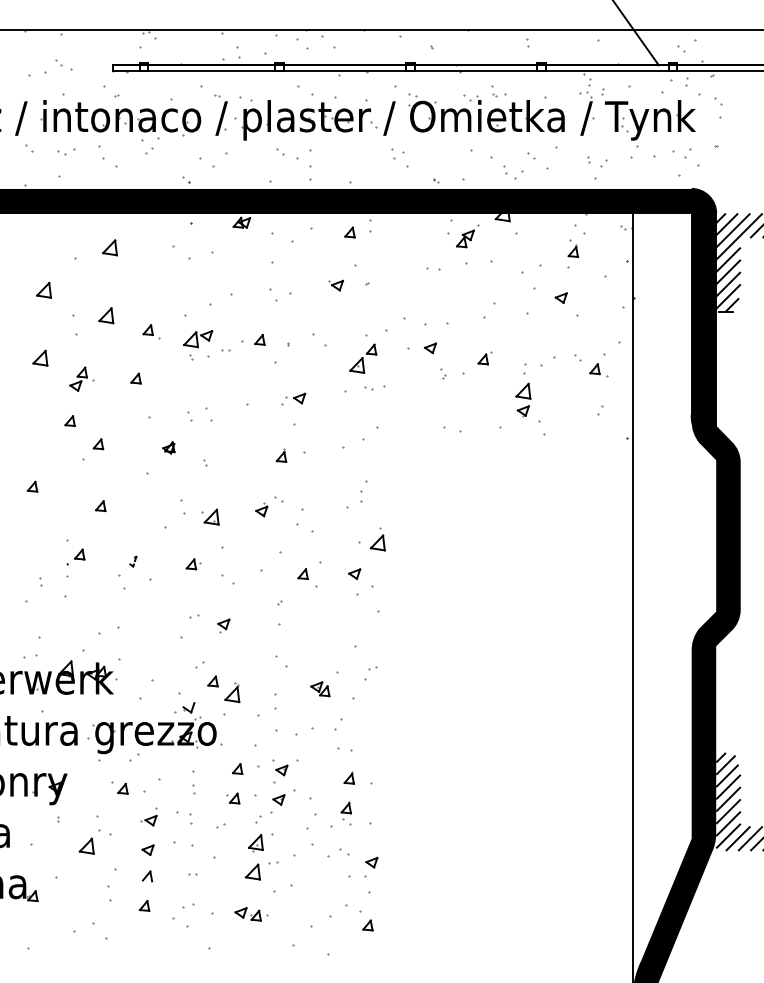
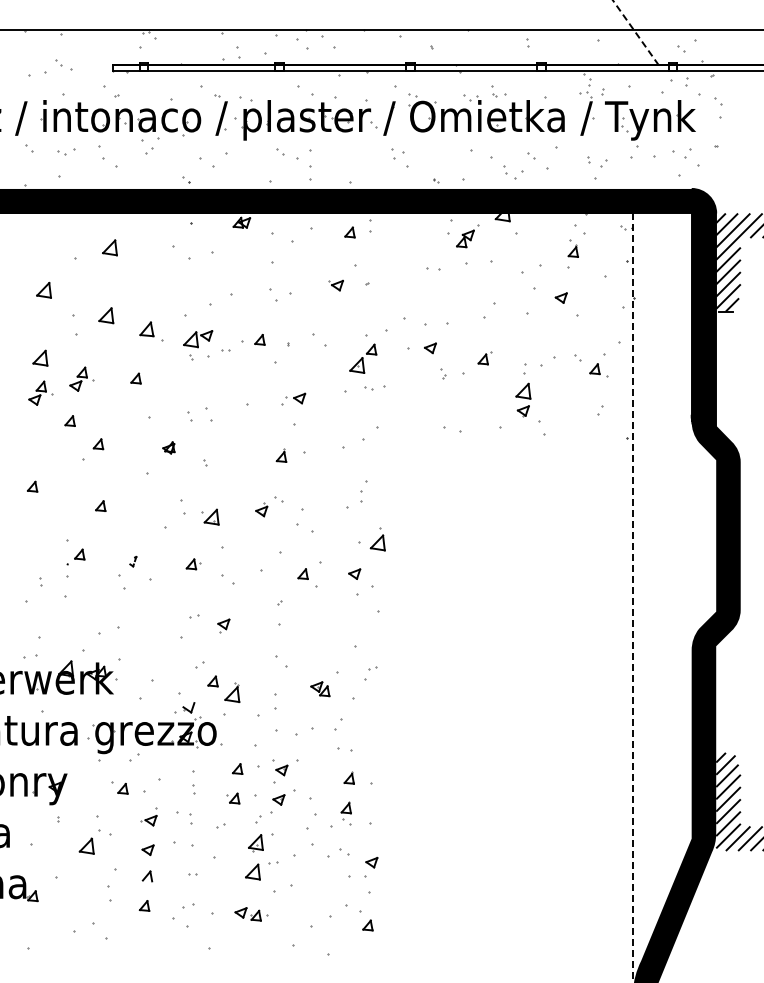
line at (635, 32): solid -> dashed
part at (151, 331) size: 19x16 px -> 25x21 px
part at (40, 392): none -> present
line at (632, 598): solid -> dashed
